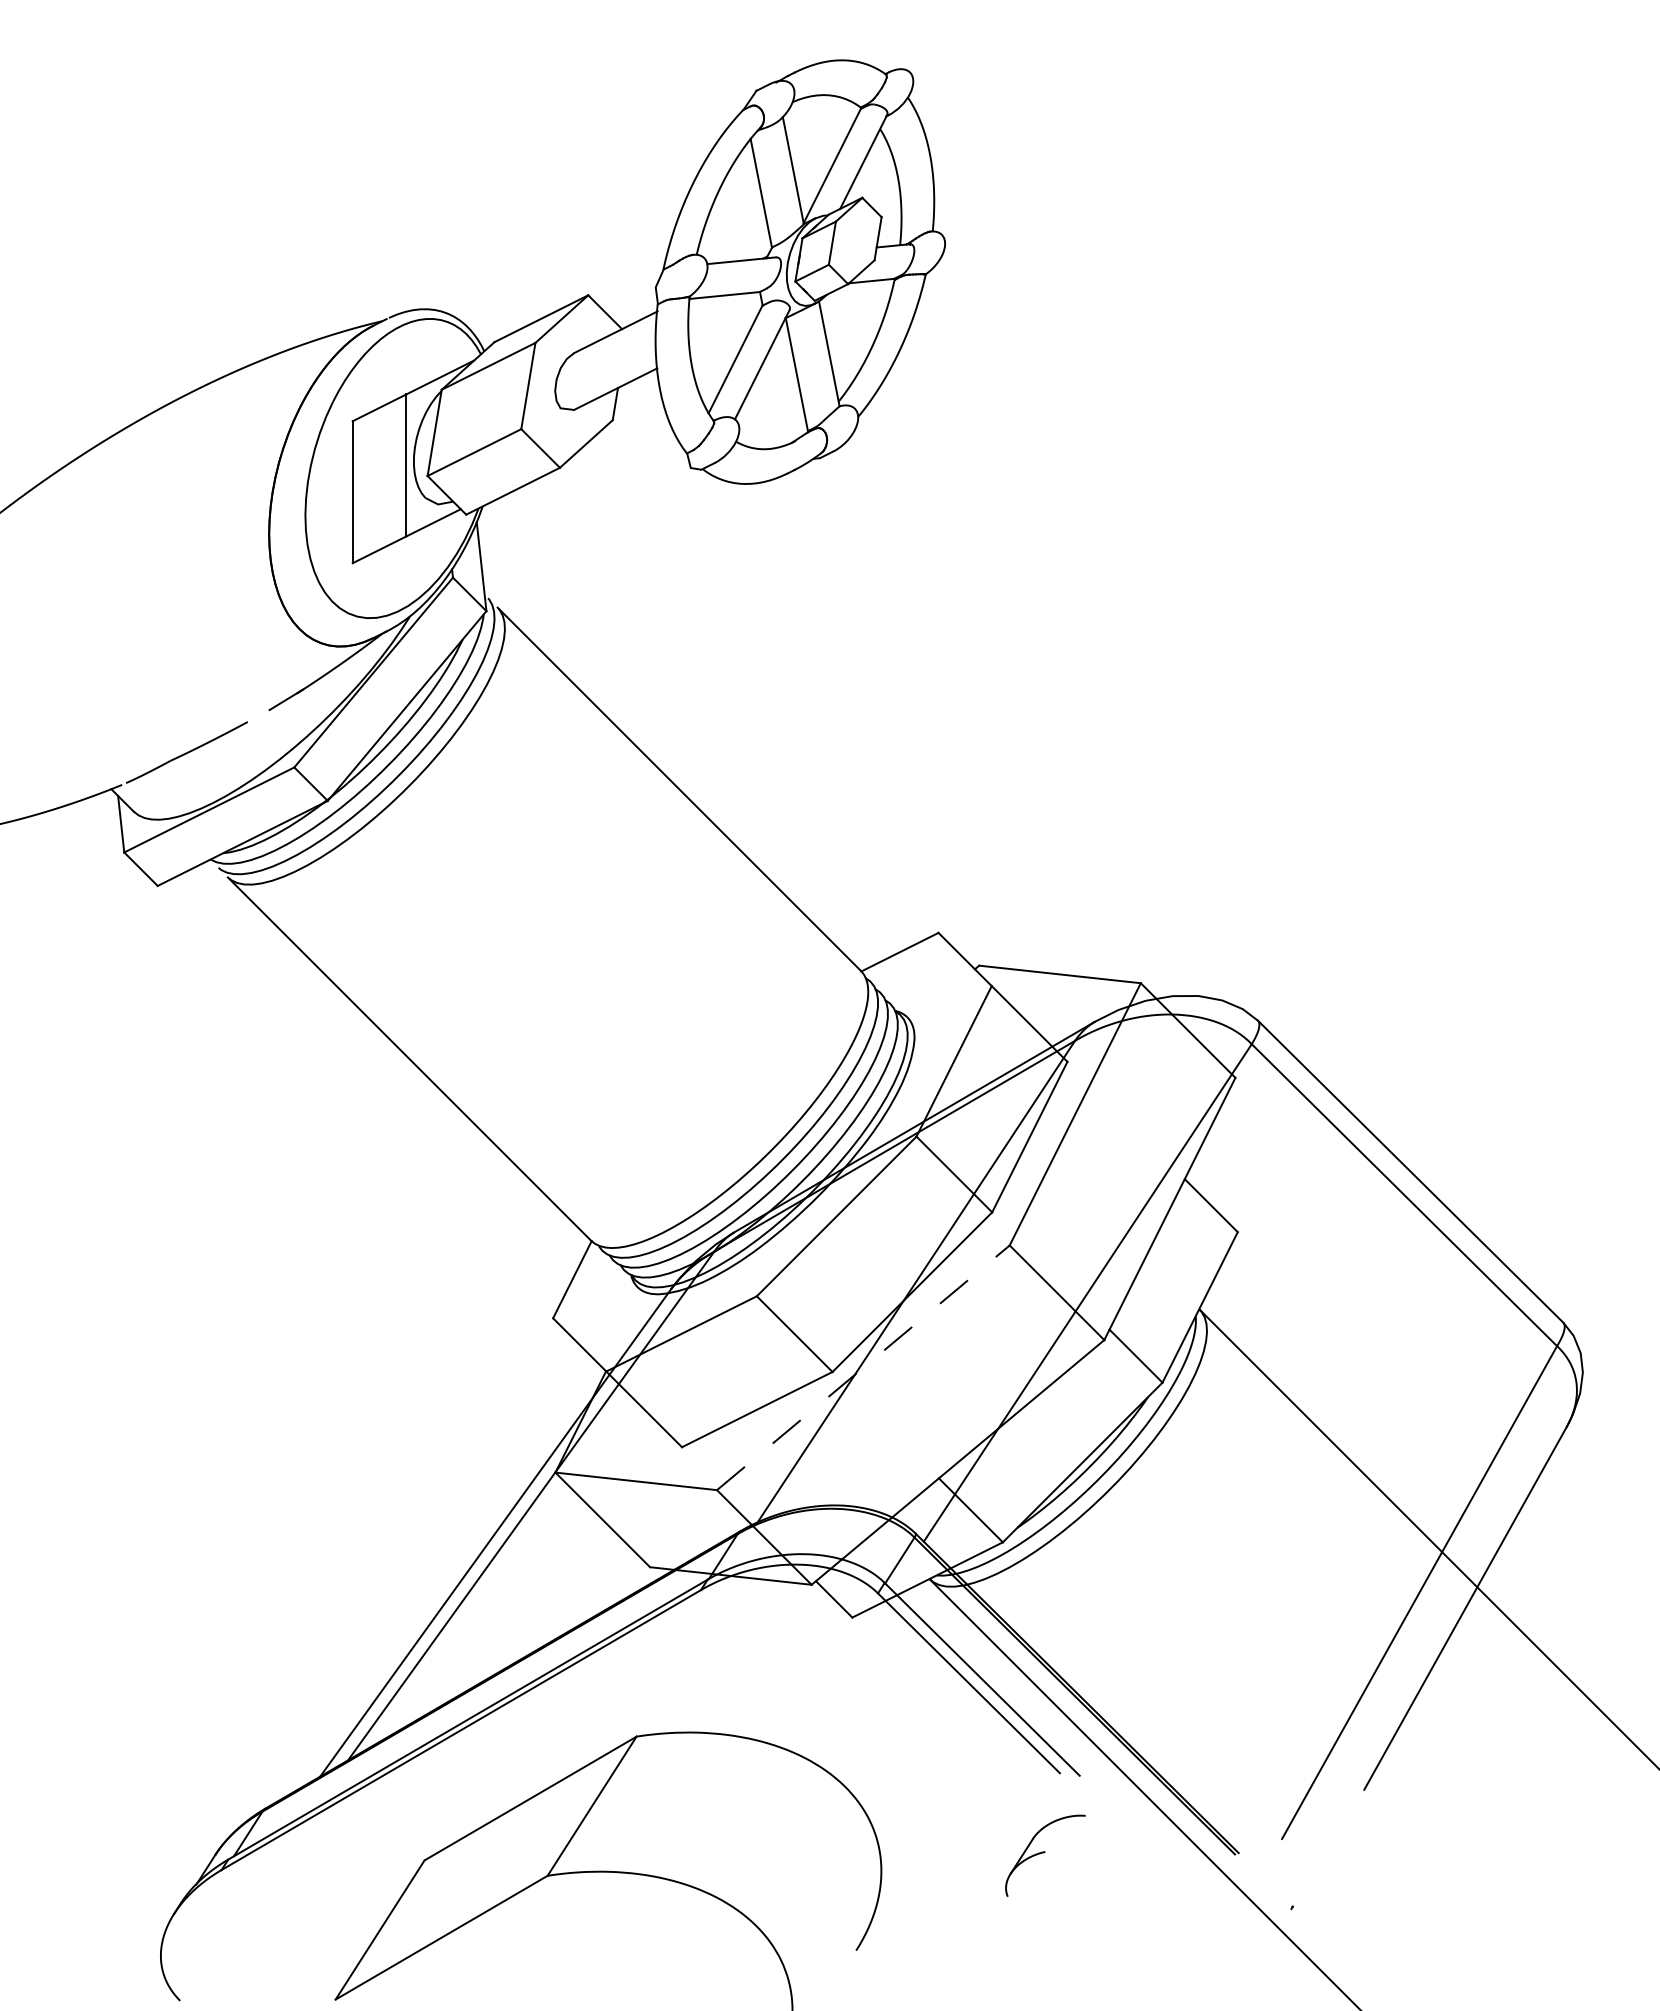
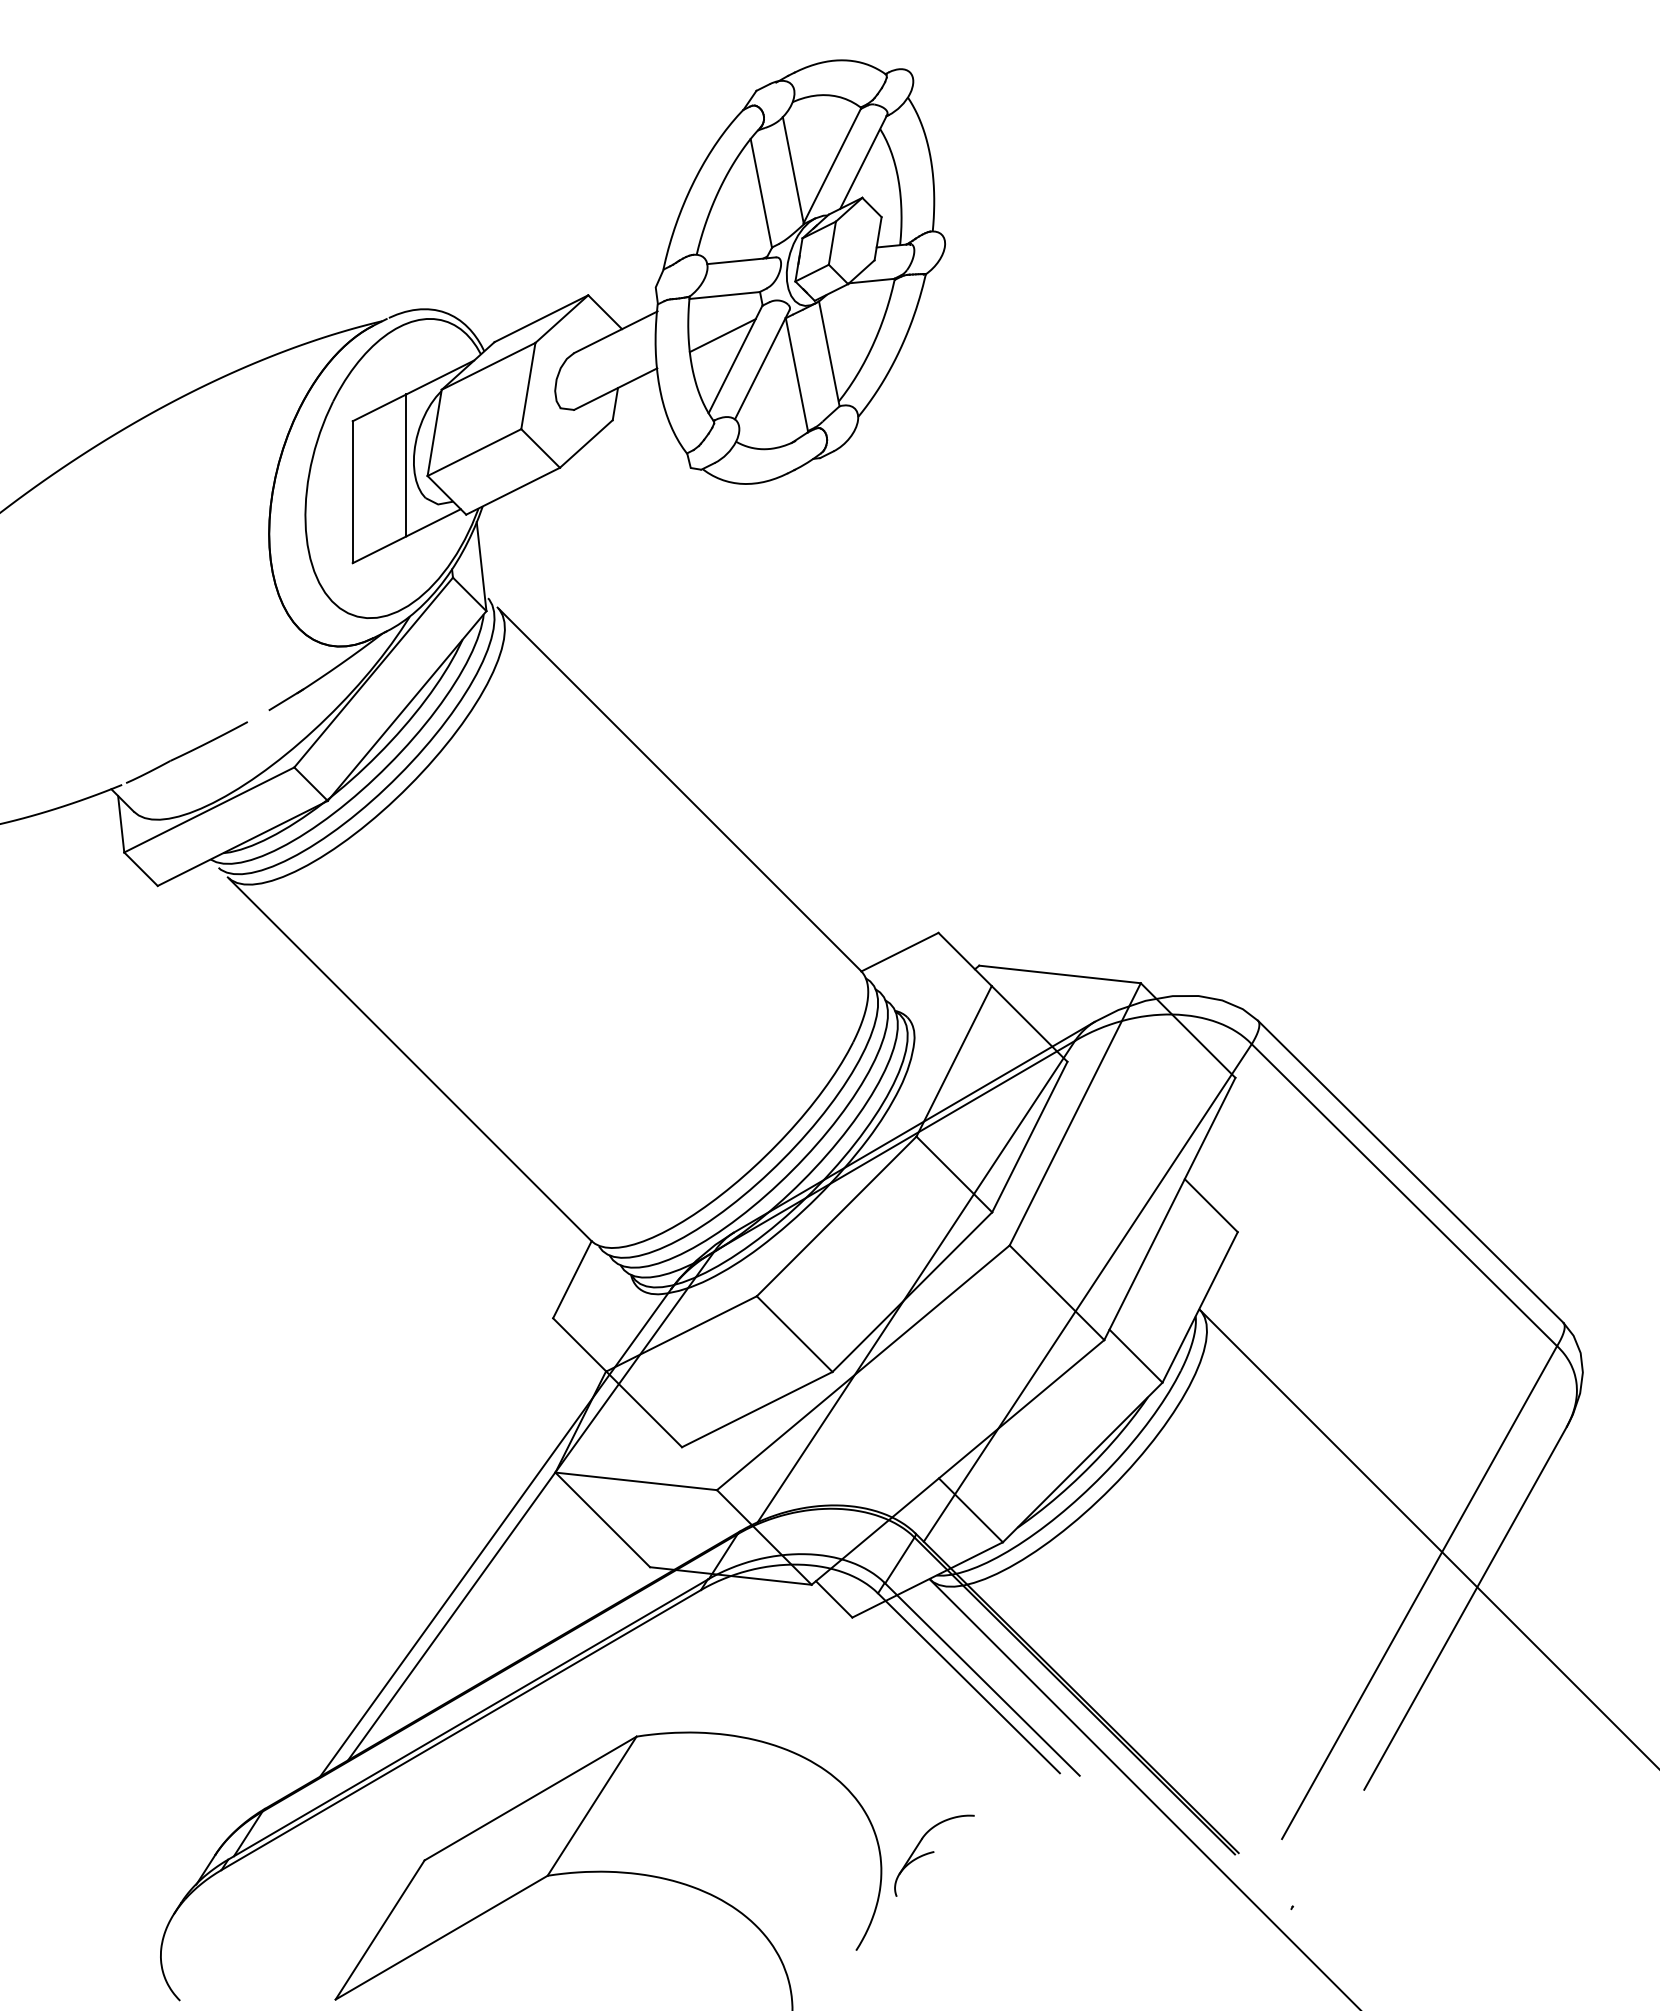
line at (722, 335): none -> present
line at (863, 1367): dashed -> solid
part at (1045, 1855) position: (1045, 1855) -> (934, 1855)
